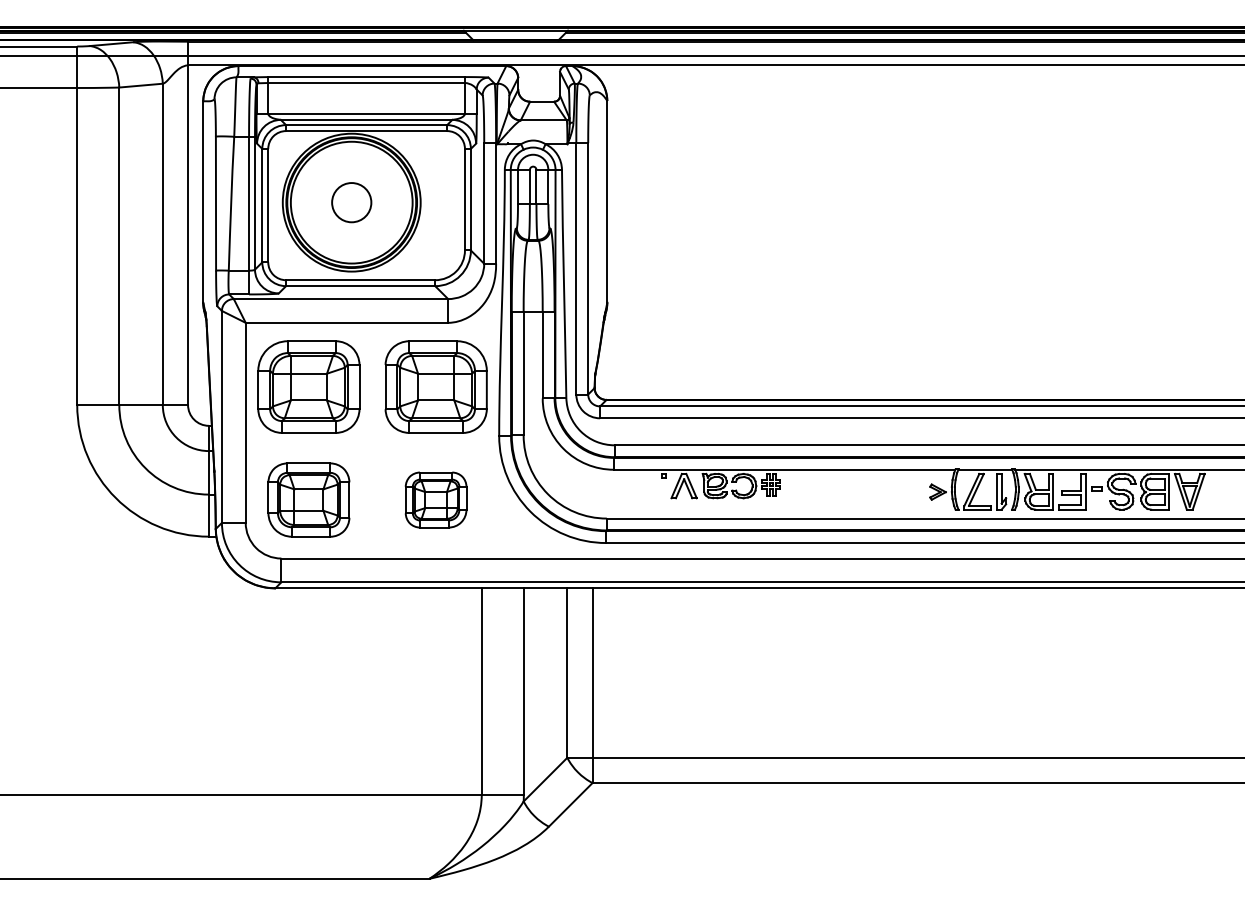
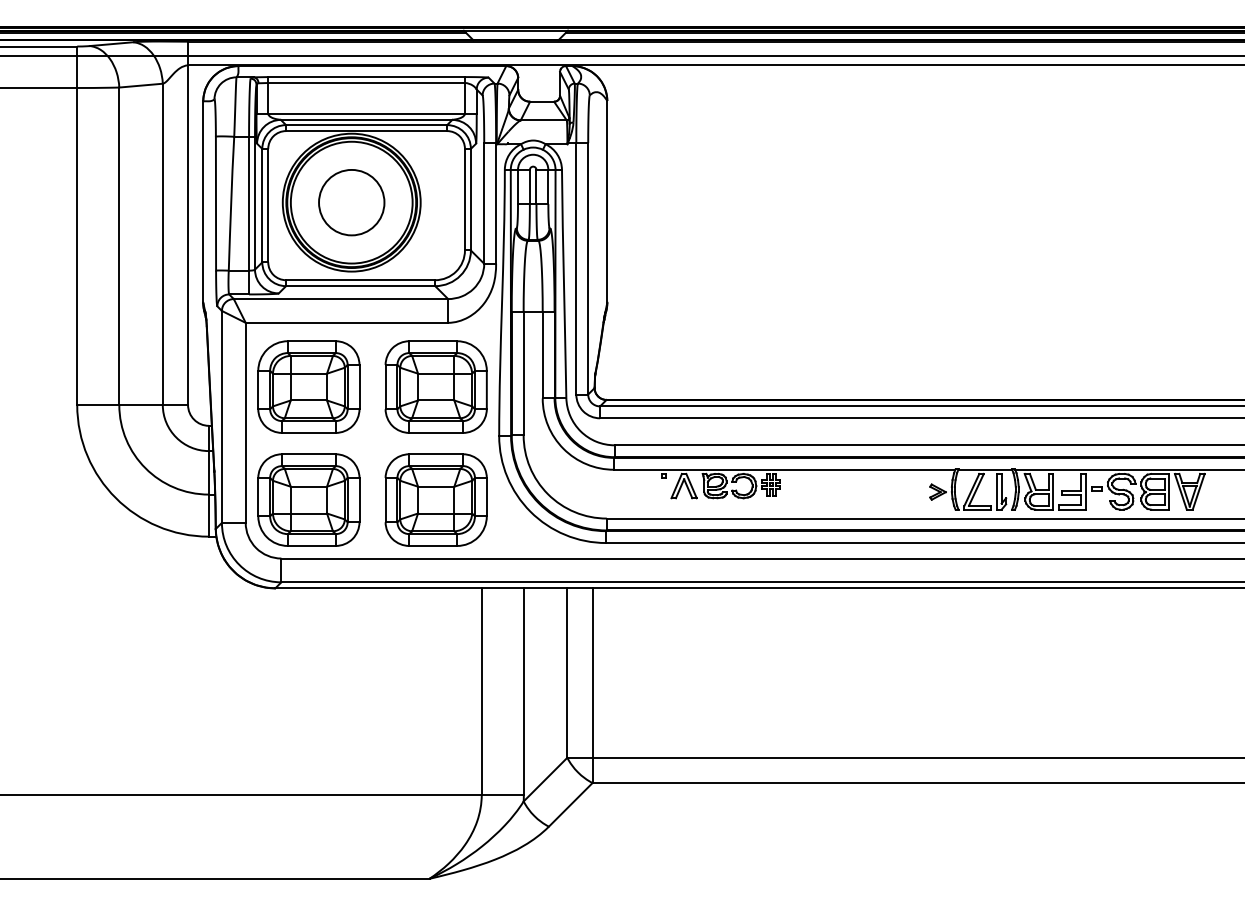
circle at (351, 202) diameter: 39 px -> 65 px
part at (308, 499) size: 84x76 px -> 104x94 px
part at (435, 499) size: 64x58 px -> 104x94 px
